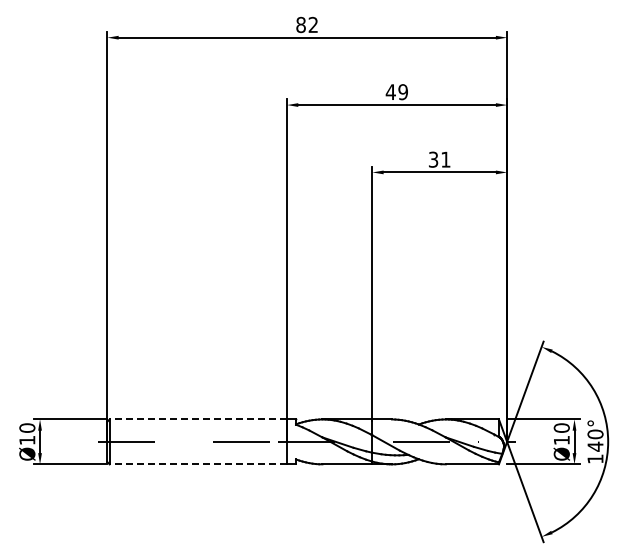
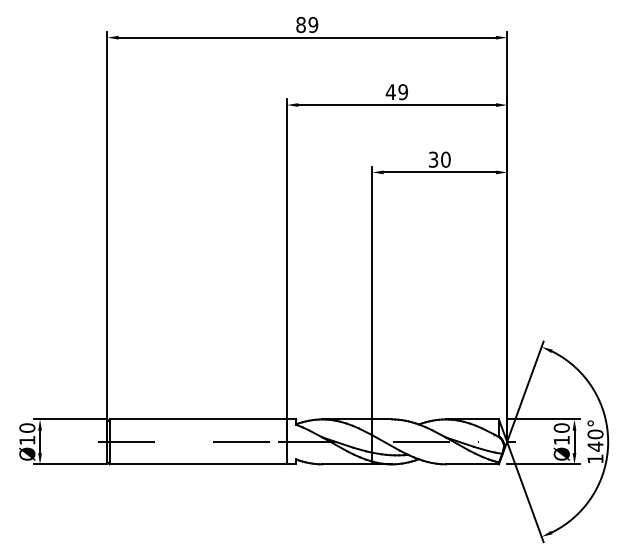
text at (313, 25): 82 -> 89
text at (445, 159): 31 -> 30
line at (198, 419): dashed -> solid
line at (198, 464): dashed -> solid
